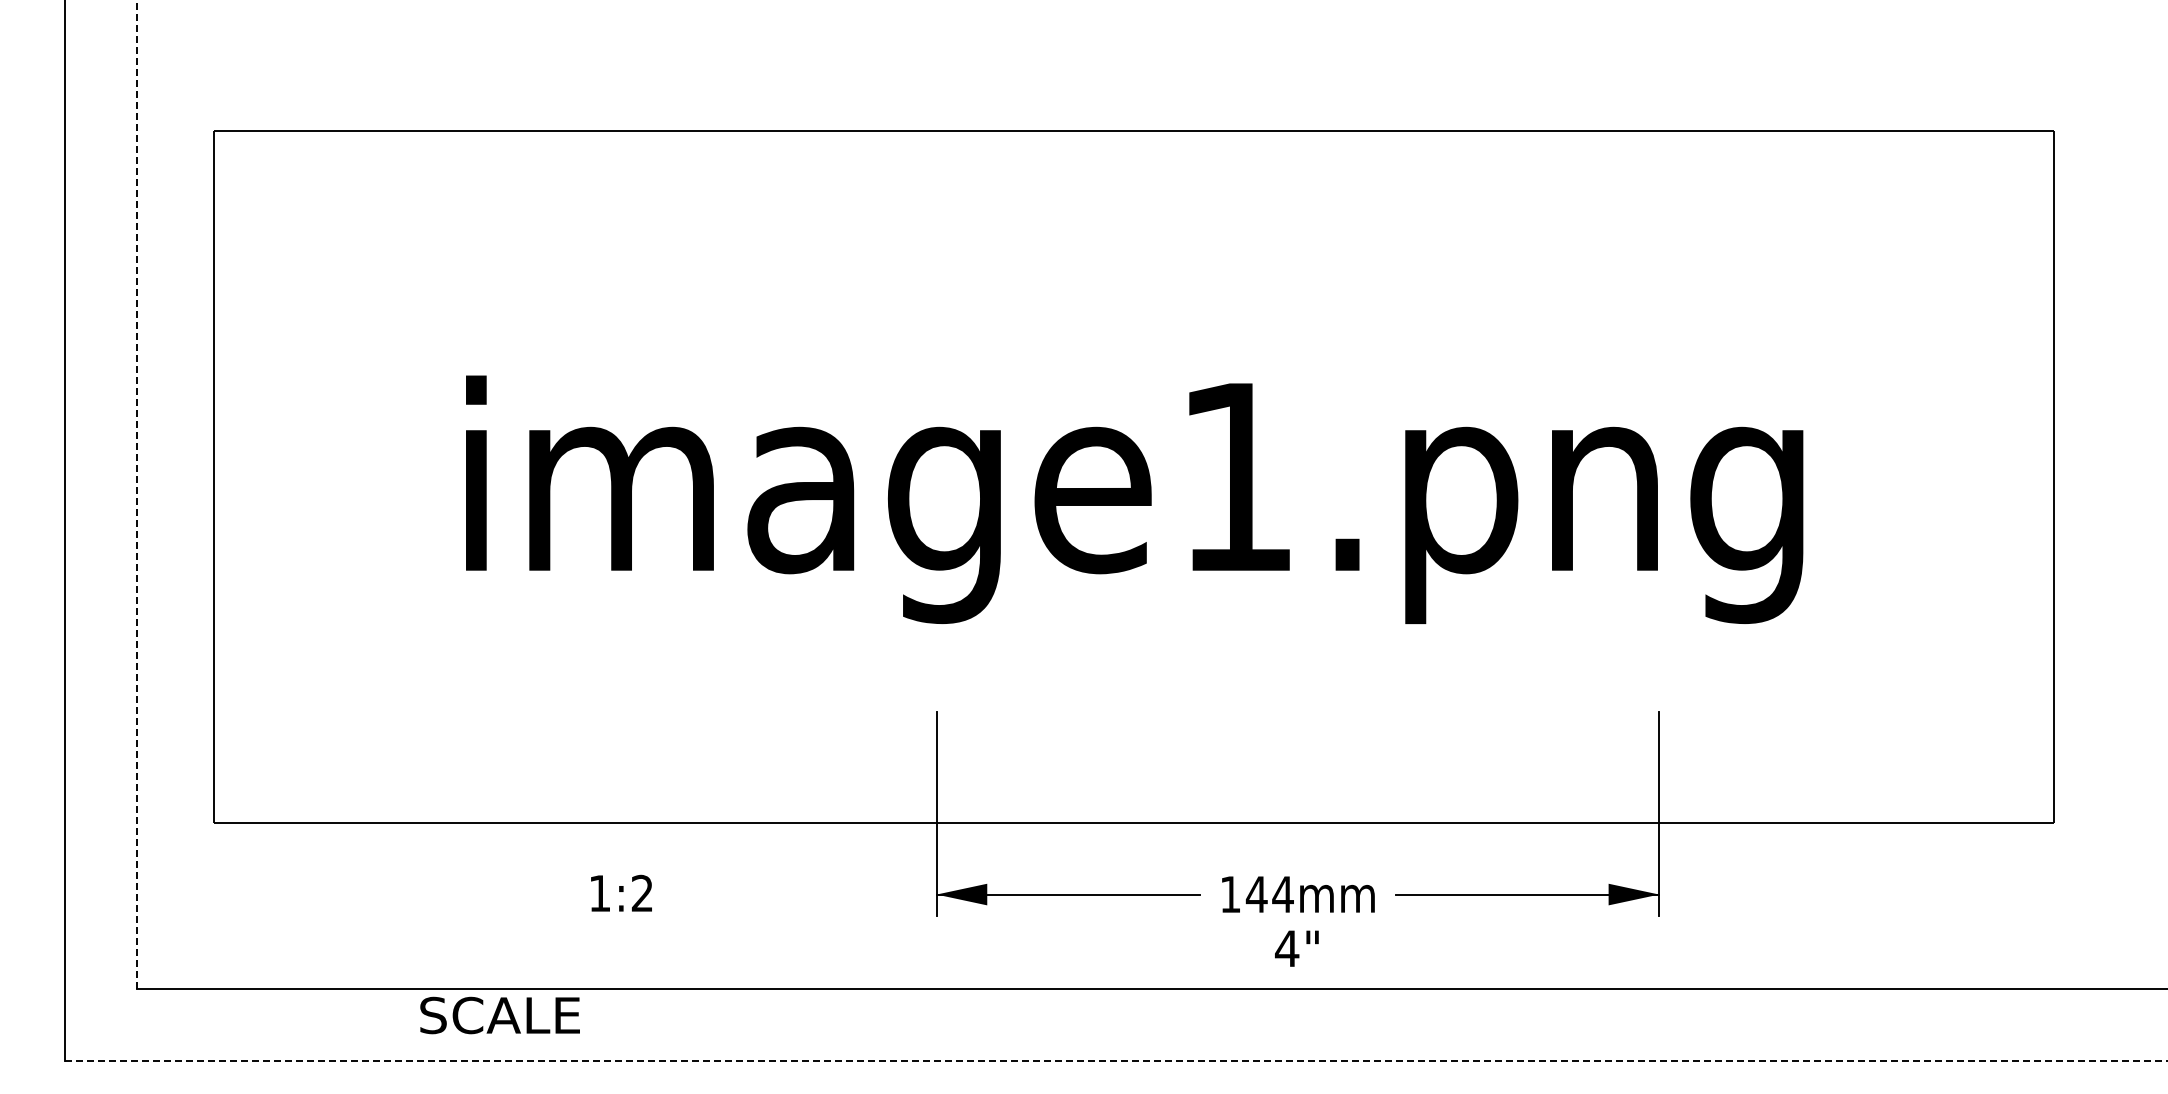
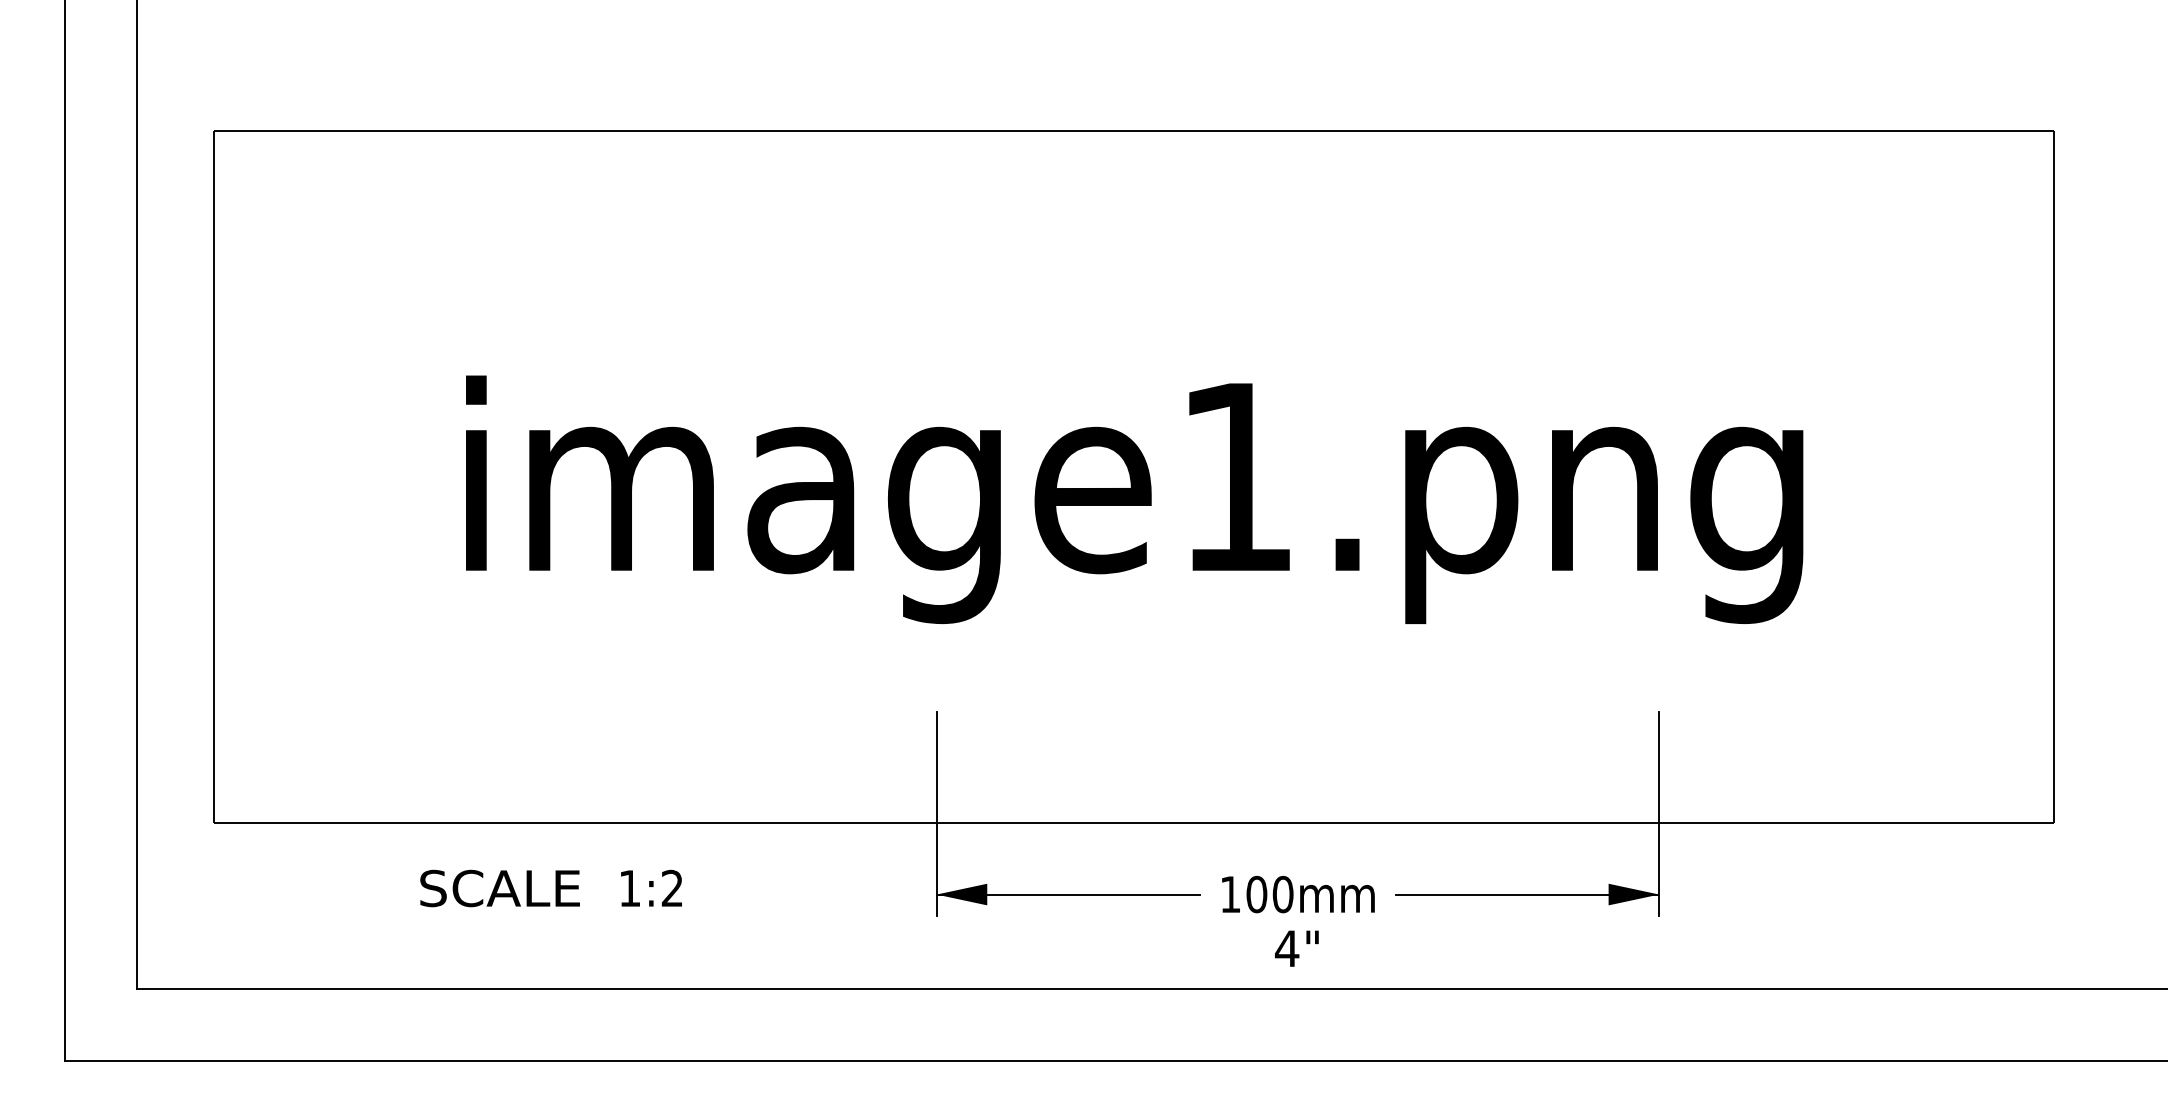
line at (137, 494): dashed -> solid
text at (621, 892) position: (621, 892) -> (651, 887)
text at (1269, 894): 144 -> 100
text at (499, 1015) position: (499, 1015) -> (499, 888)
line at (1116, 1061): dashed -> solid
